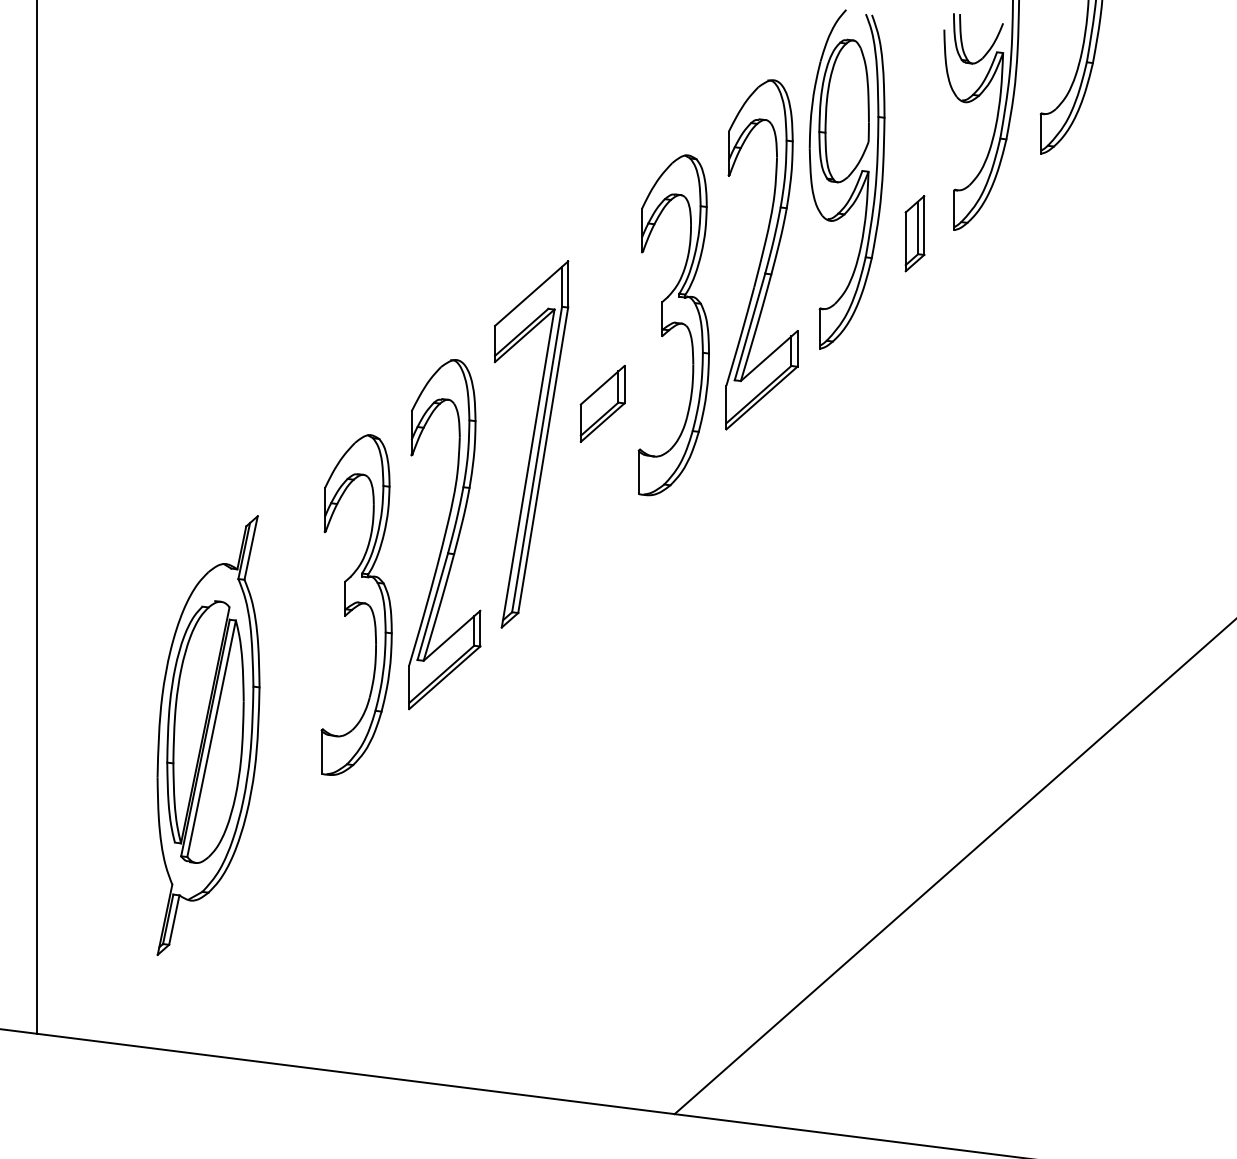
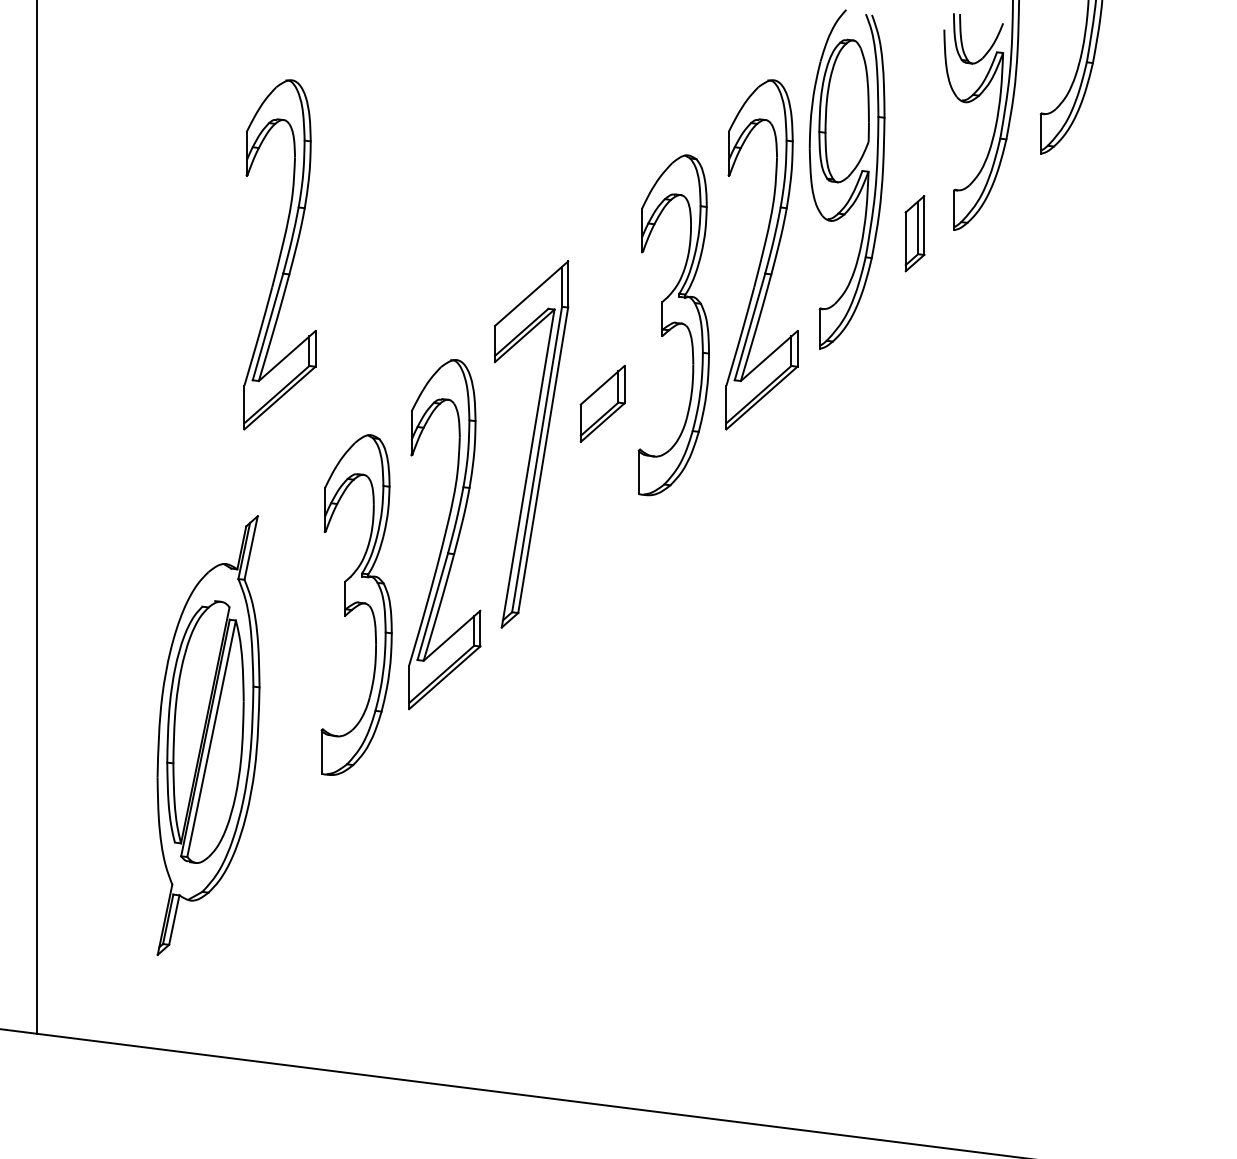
part at (279, 254): none -> present
line at (953, 867): present -> none
